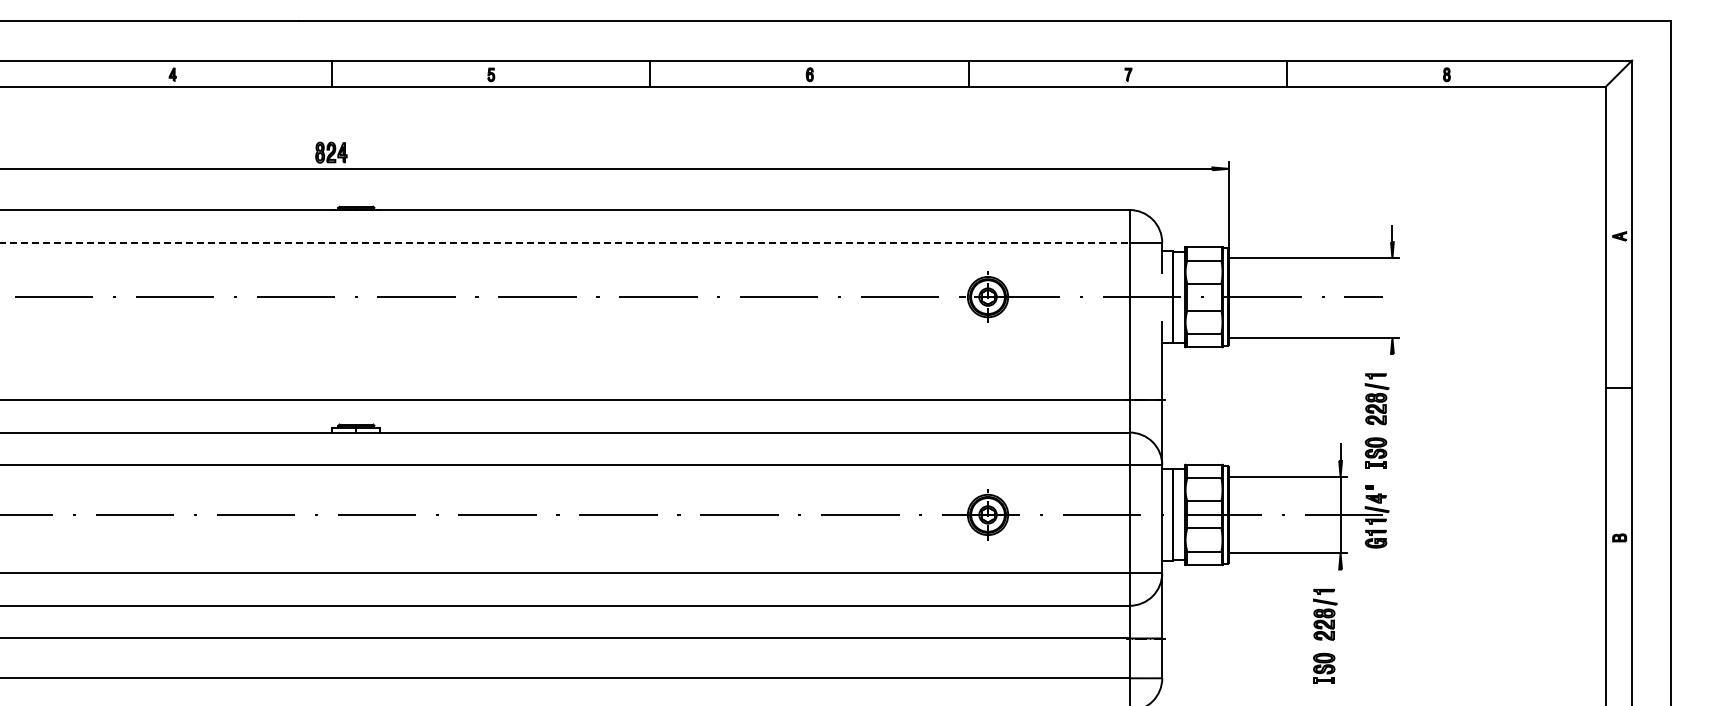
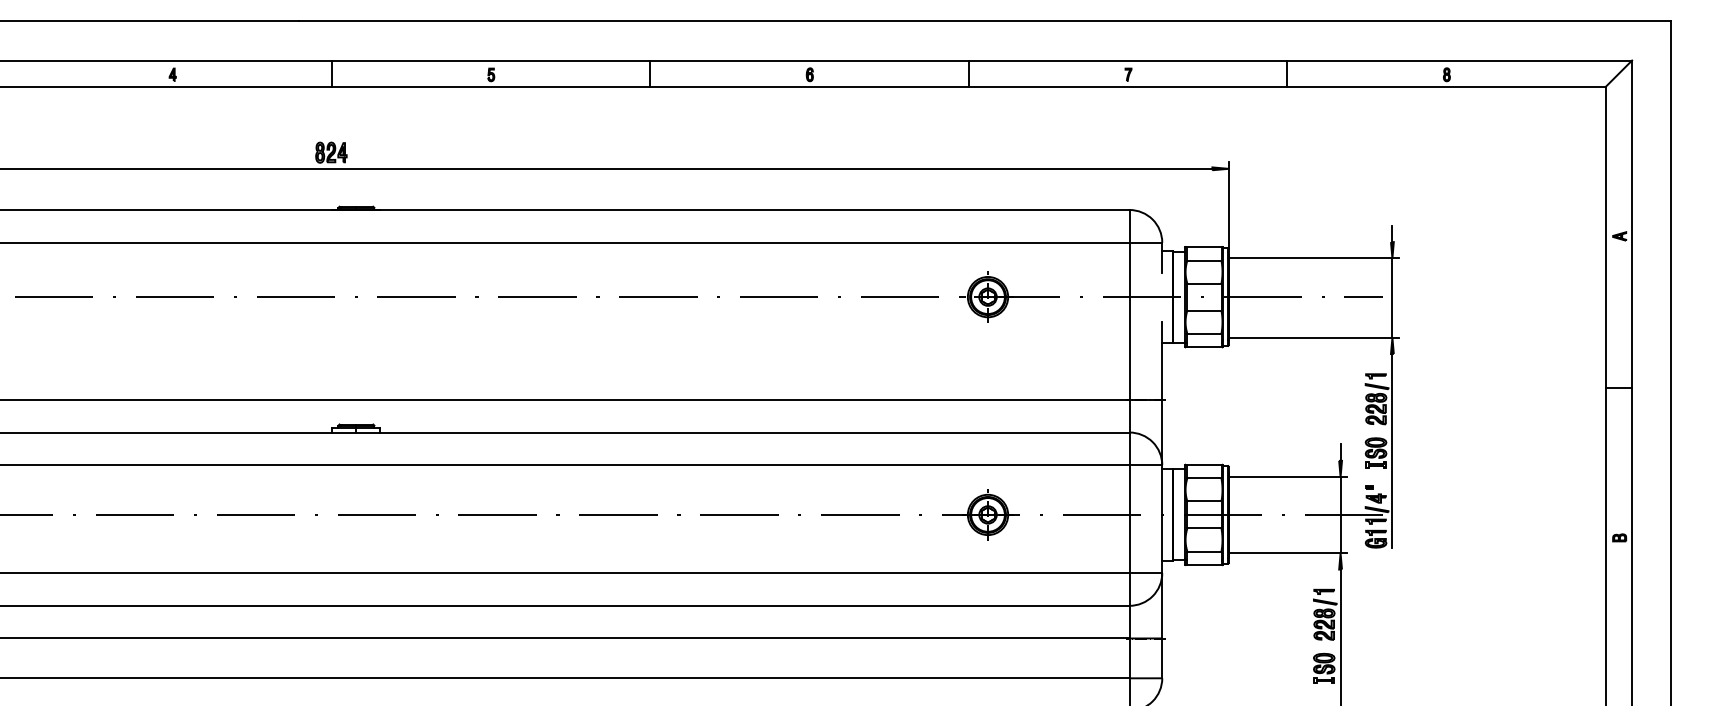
line at (564, 242): dashed -> solid
line at (1392, 297): none -> present
line at (1392, 451): none -> present
line at (1340, 635): none -> present
